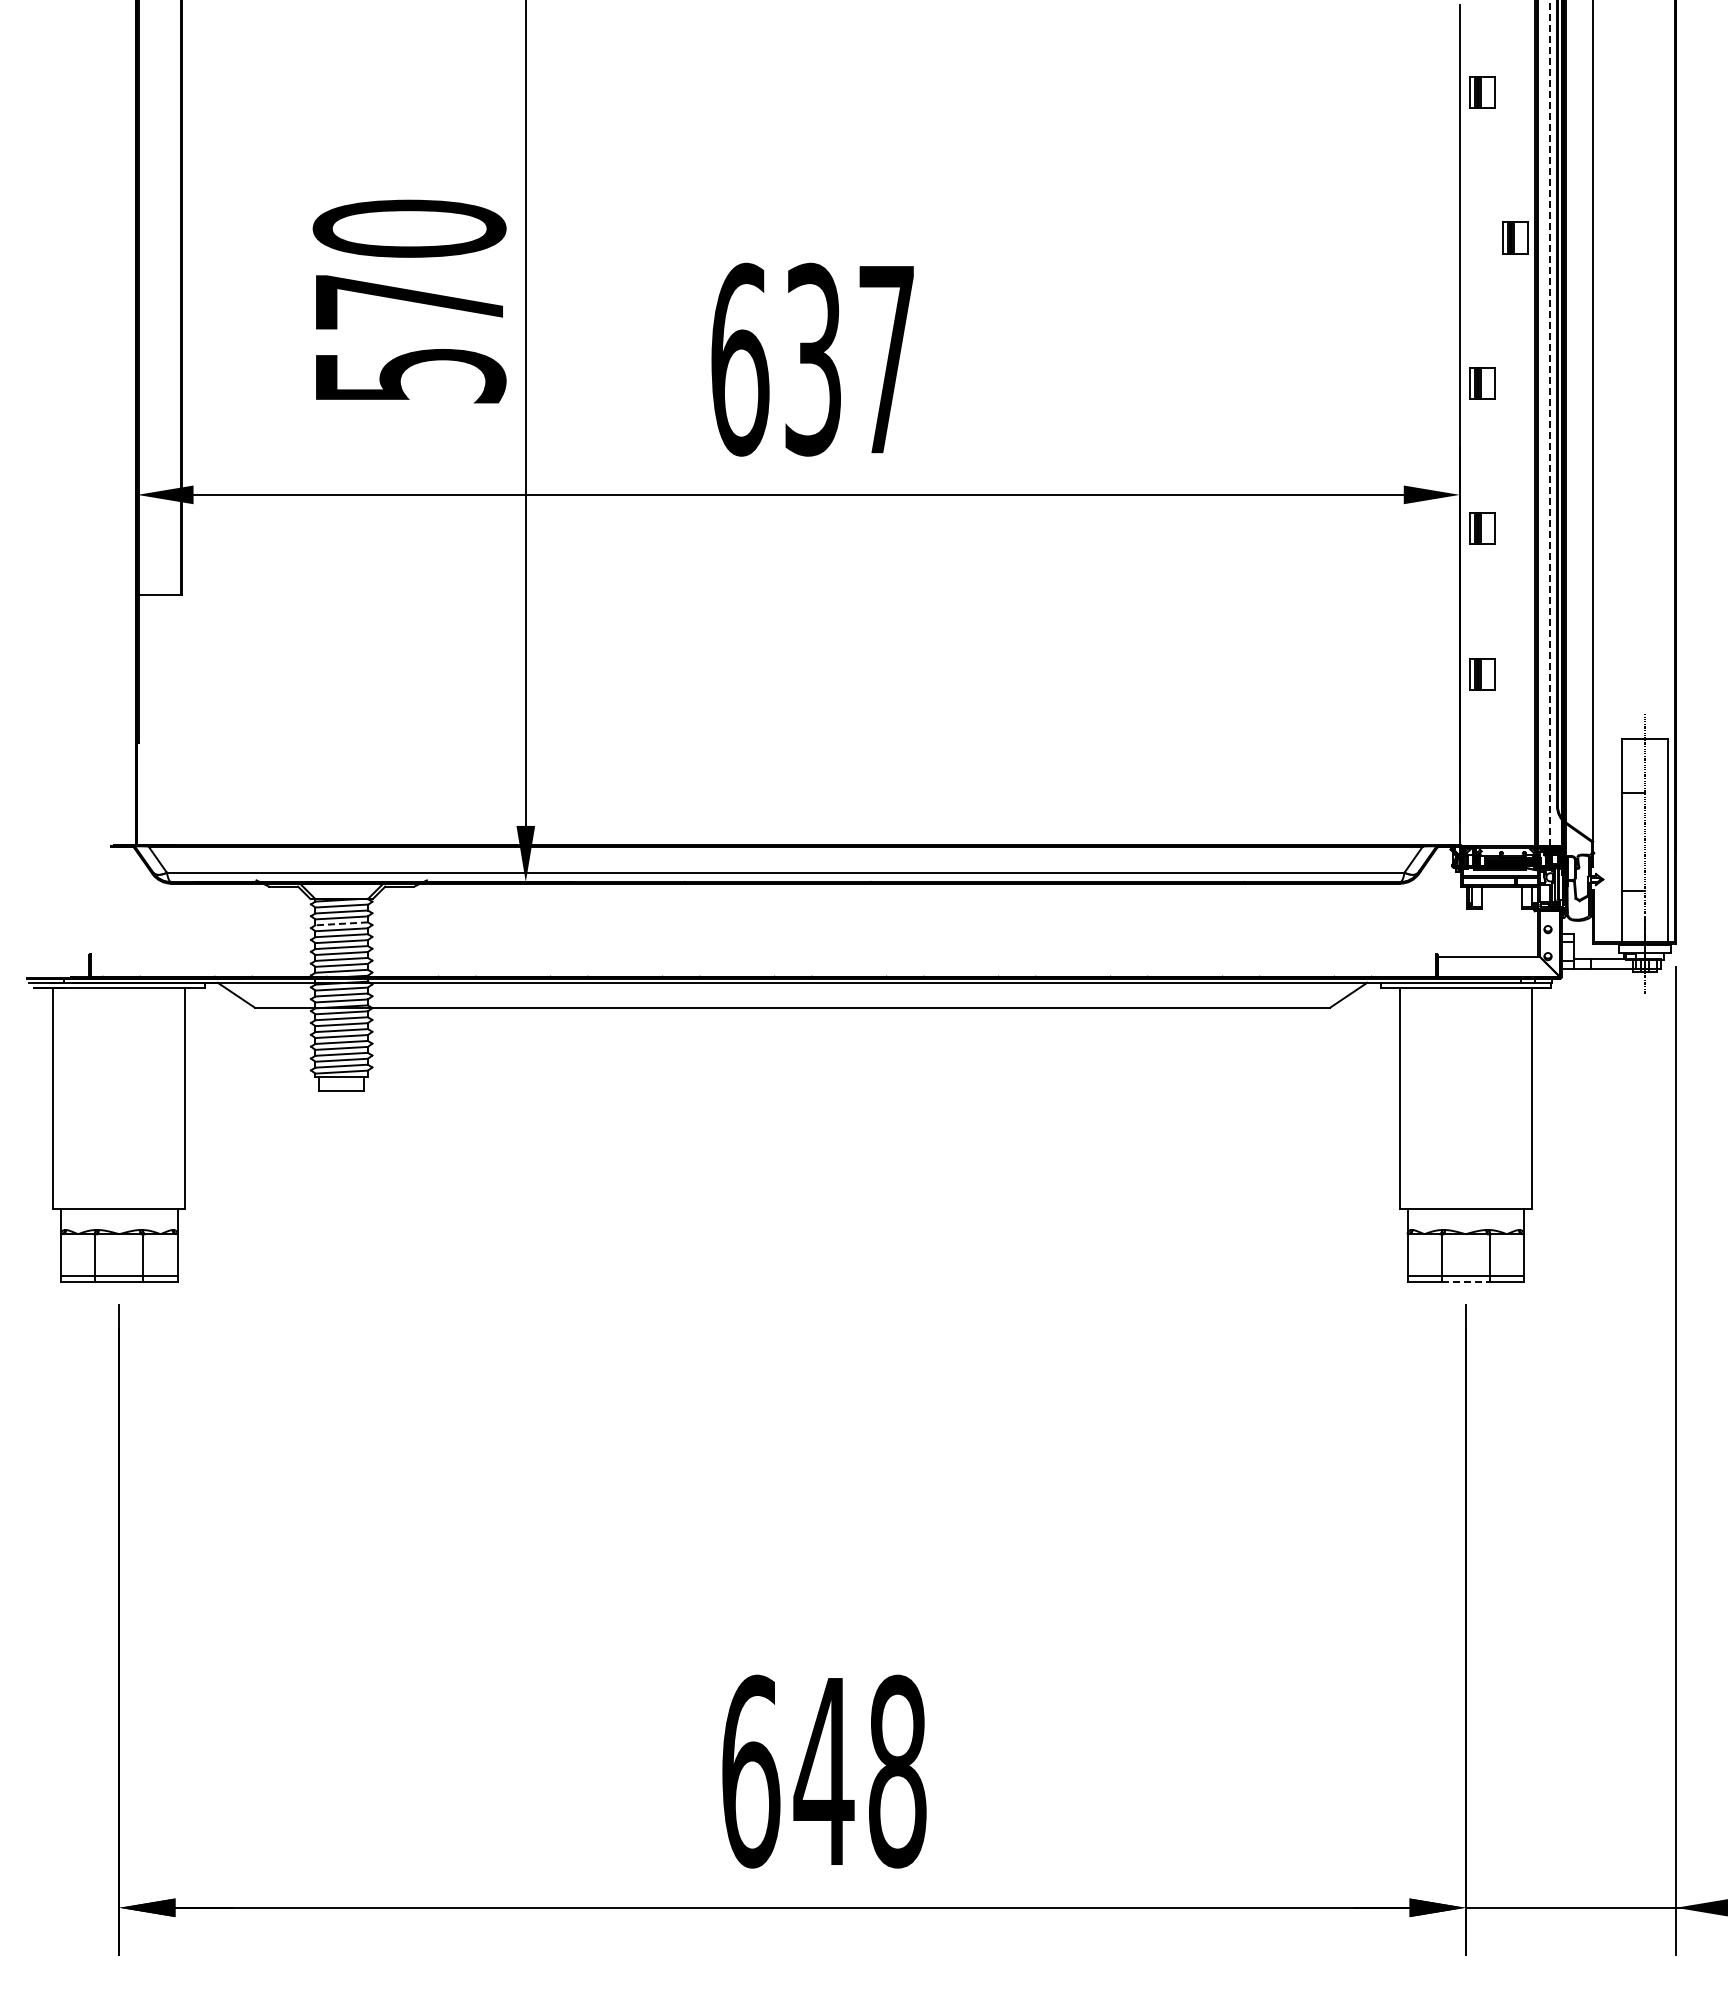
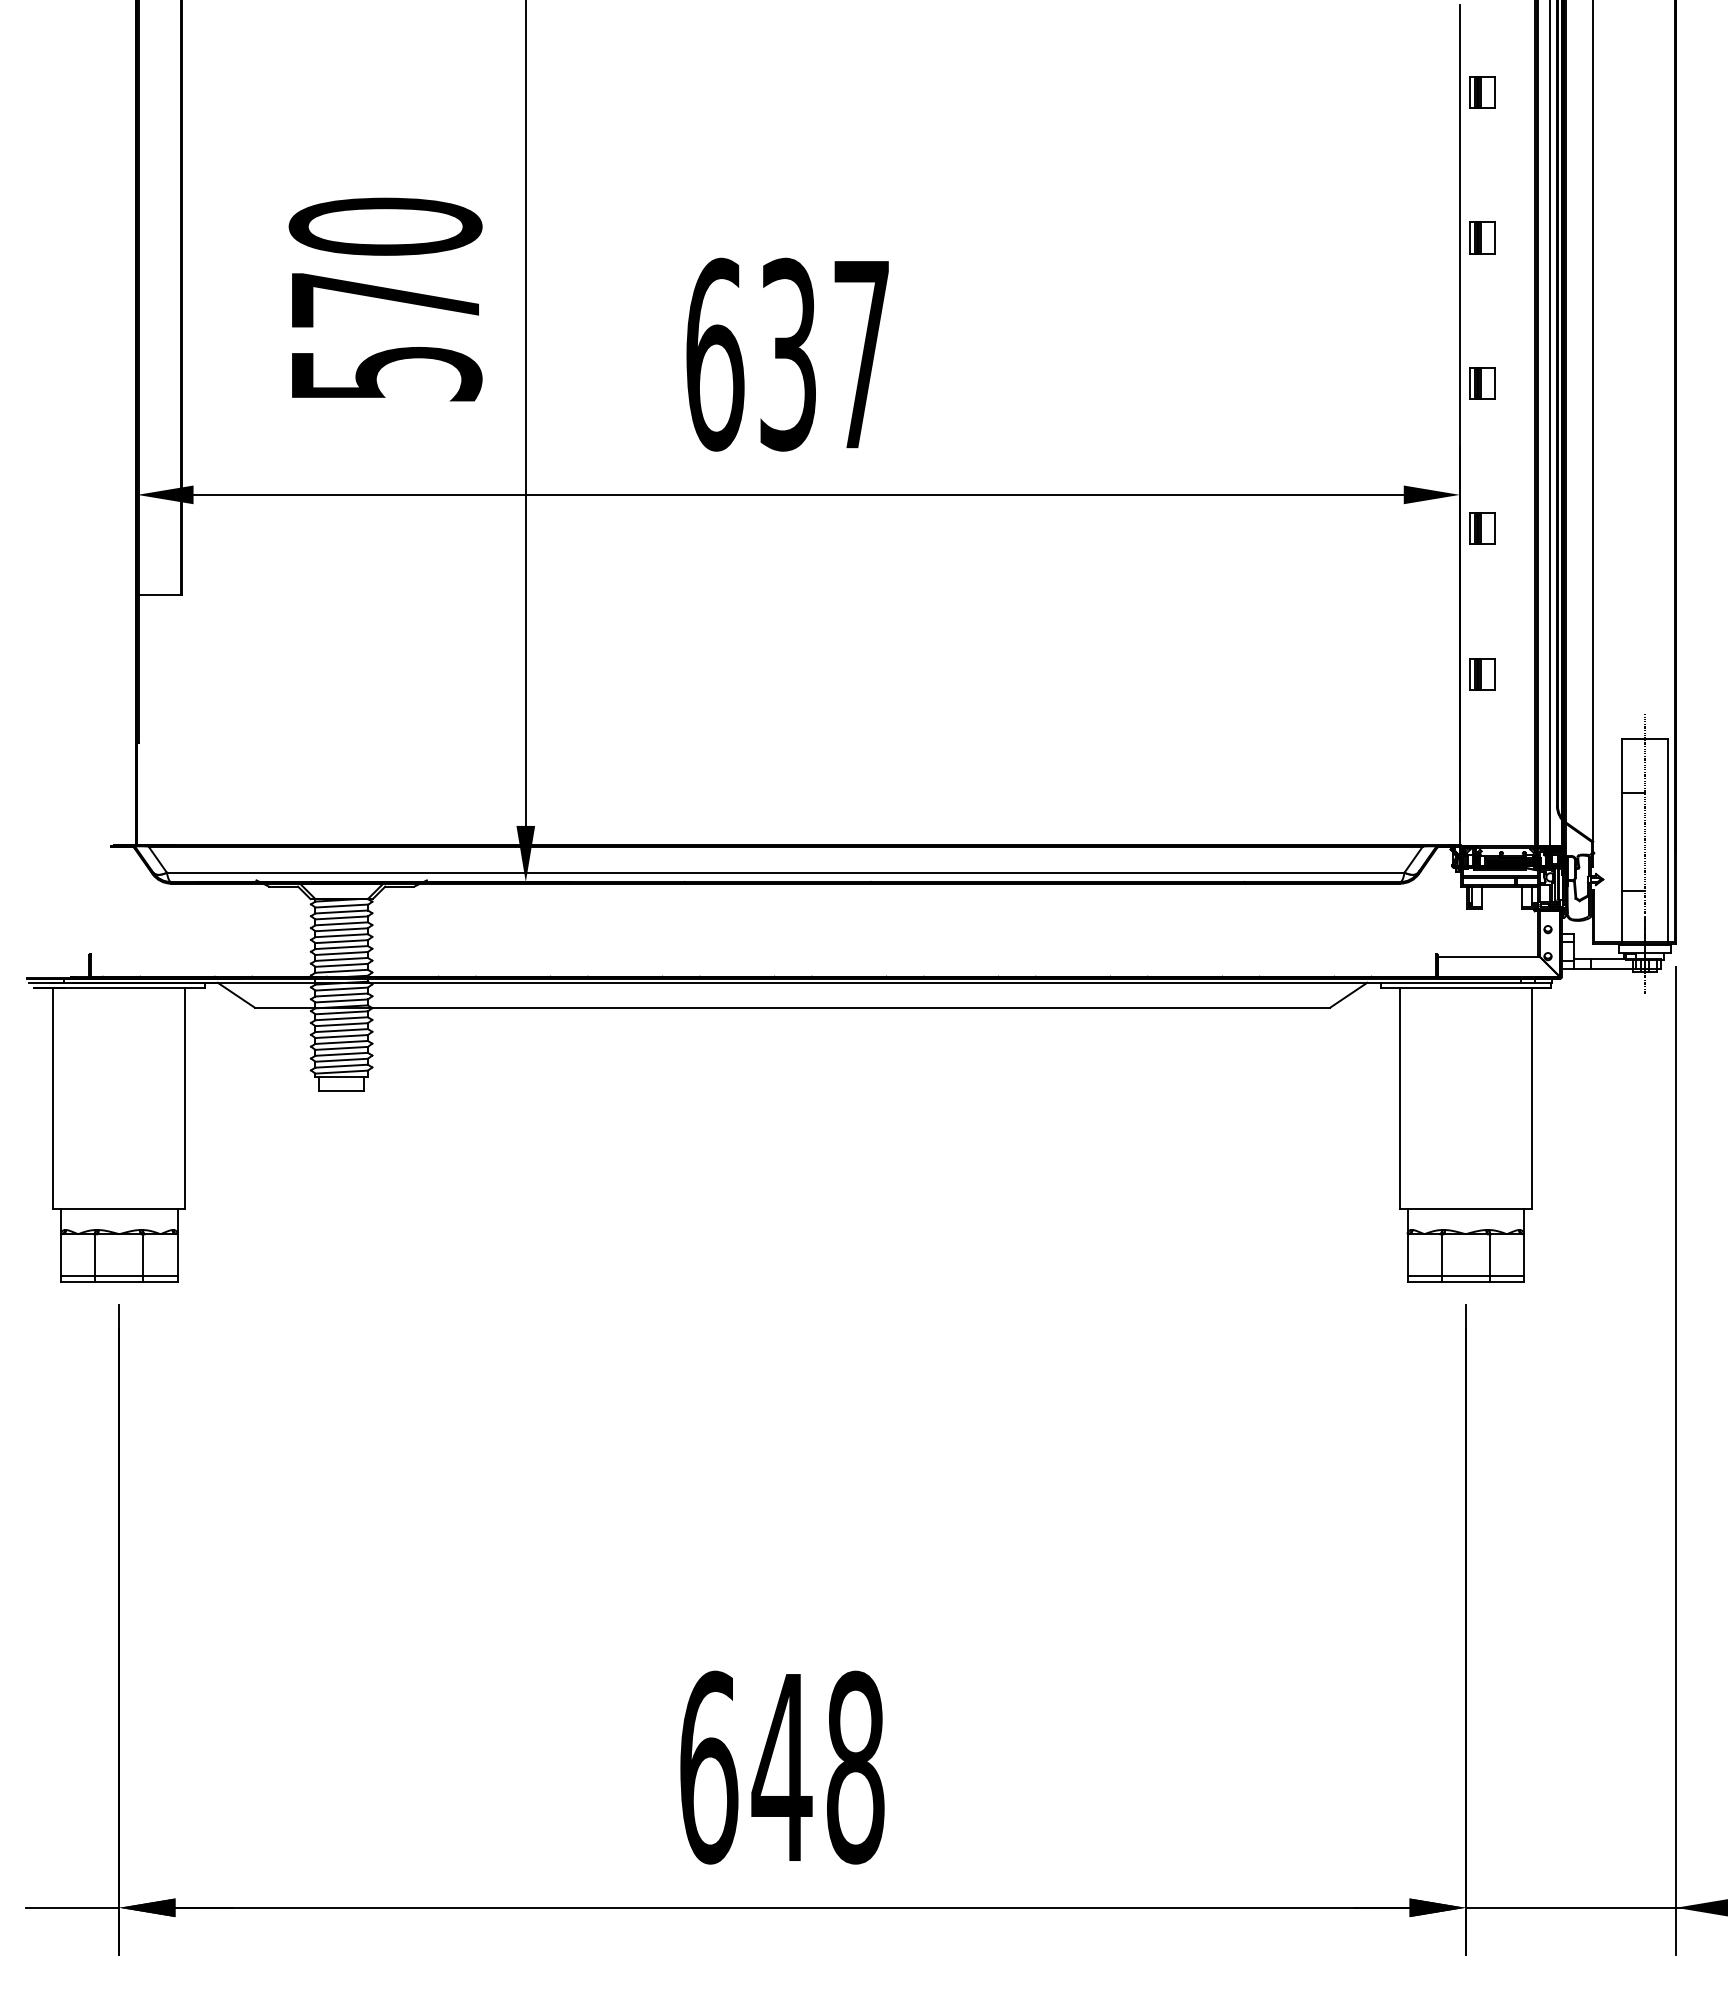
part at (1515, 237) position: (1515, 237) -> (1482, 237)
text at (409, 301) position: (409, 301) -> (385, 299)
text at (812, 359) position: (812, 359) -> (787, 354)
line at (1549, 422): dashed -> solid
line at (341, 923): dashed -> solid
line at (1466, 1281): dashed -> solid
text at (824, 1771) position: (824, 1771) -> (782, 1767)
line at (72, 1907): none -> present
